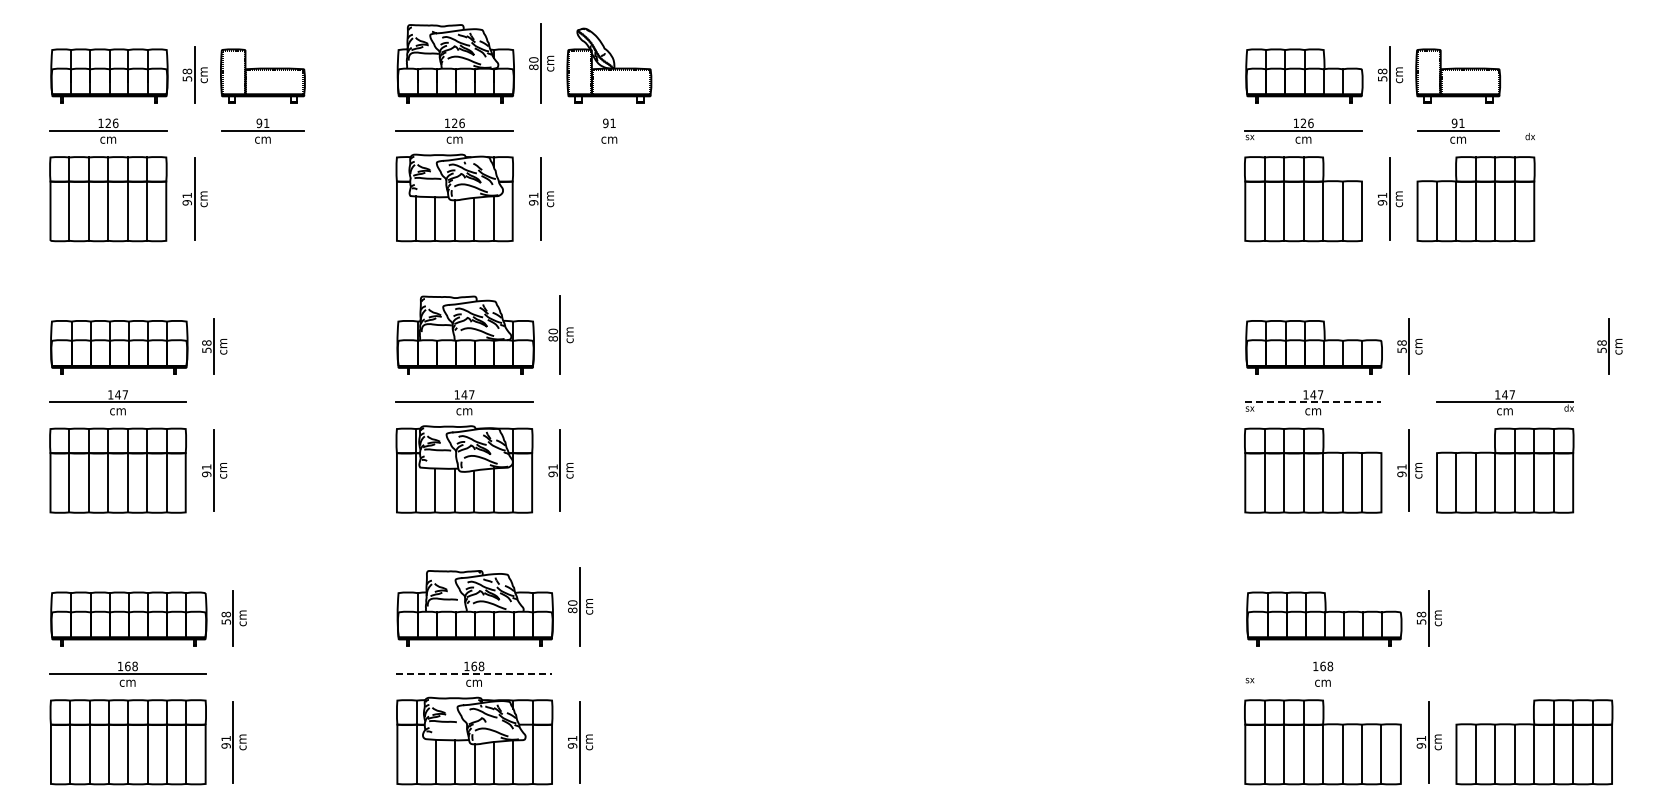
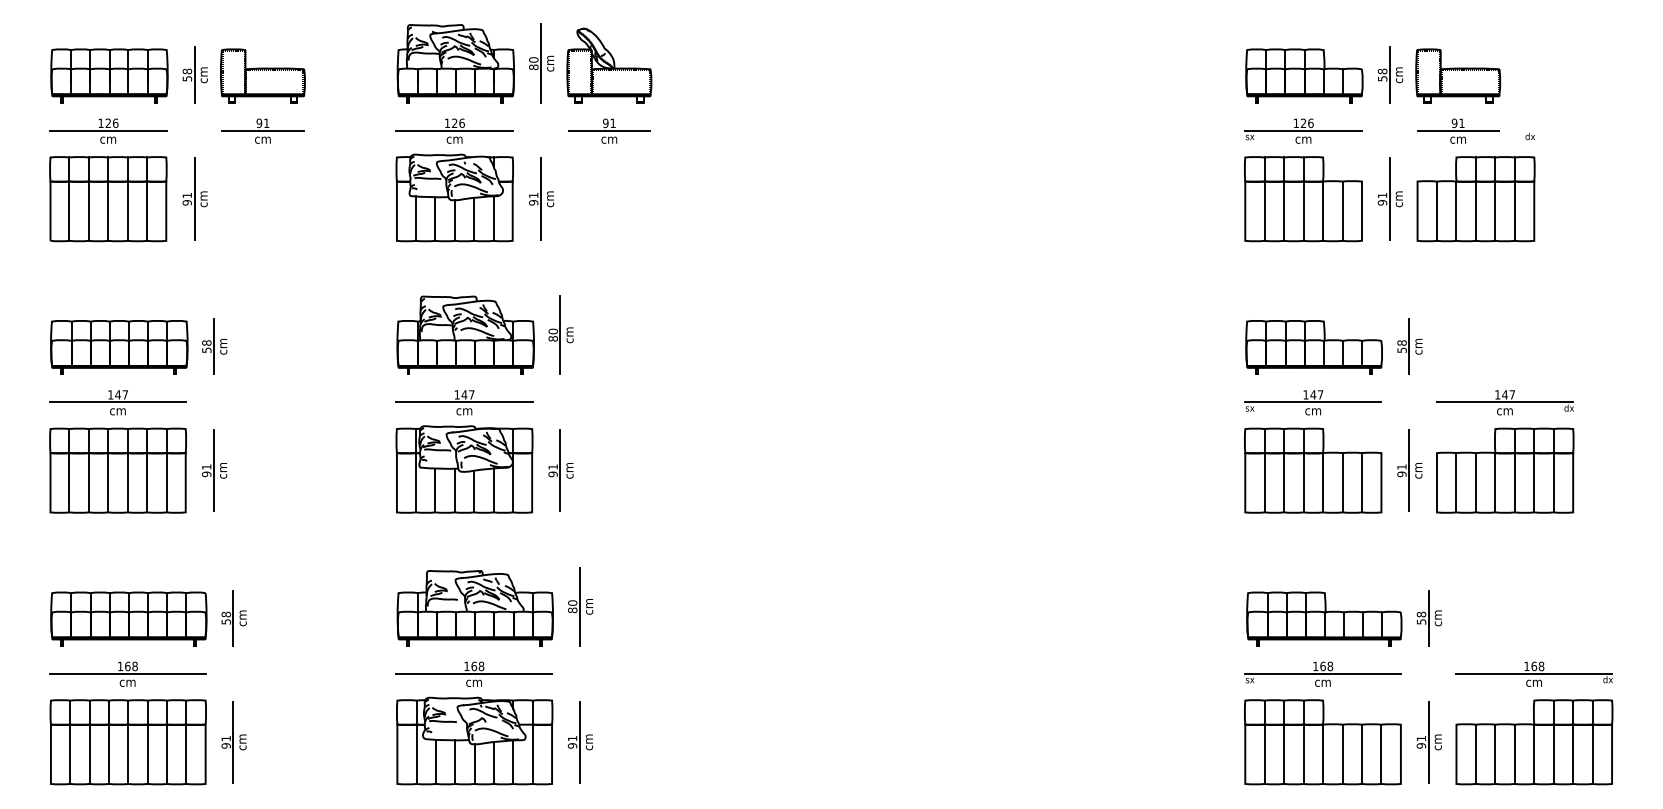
line at (609, 130): none -> present
part at (1609, 346): present -> none
line at (1313, 402): dashed -> solid
line at (474, 673): dashed -> solid
line at (1322, 673): none -> present
part at (1533, 673): none -> present
